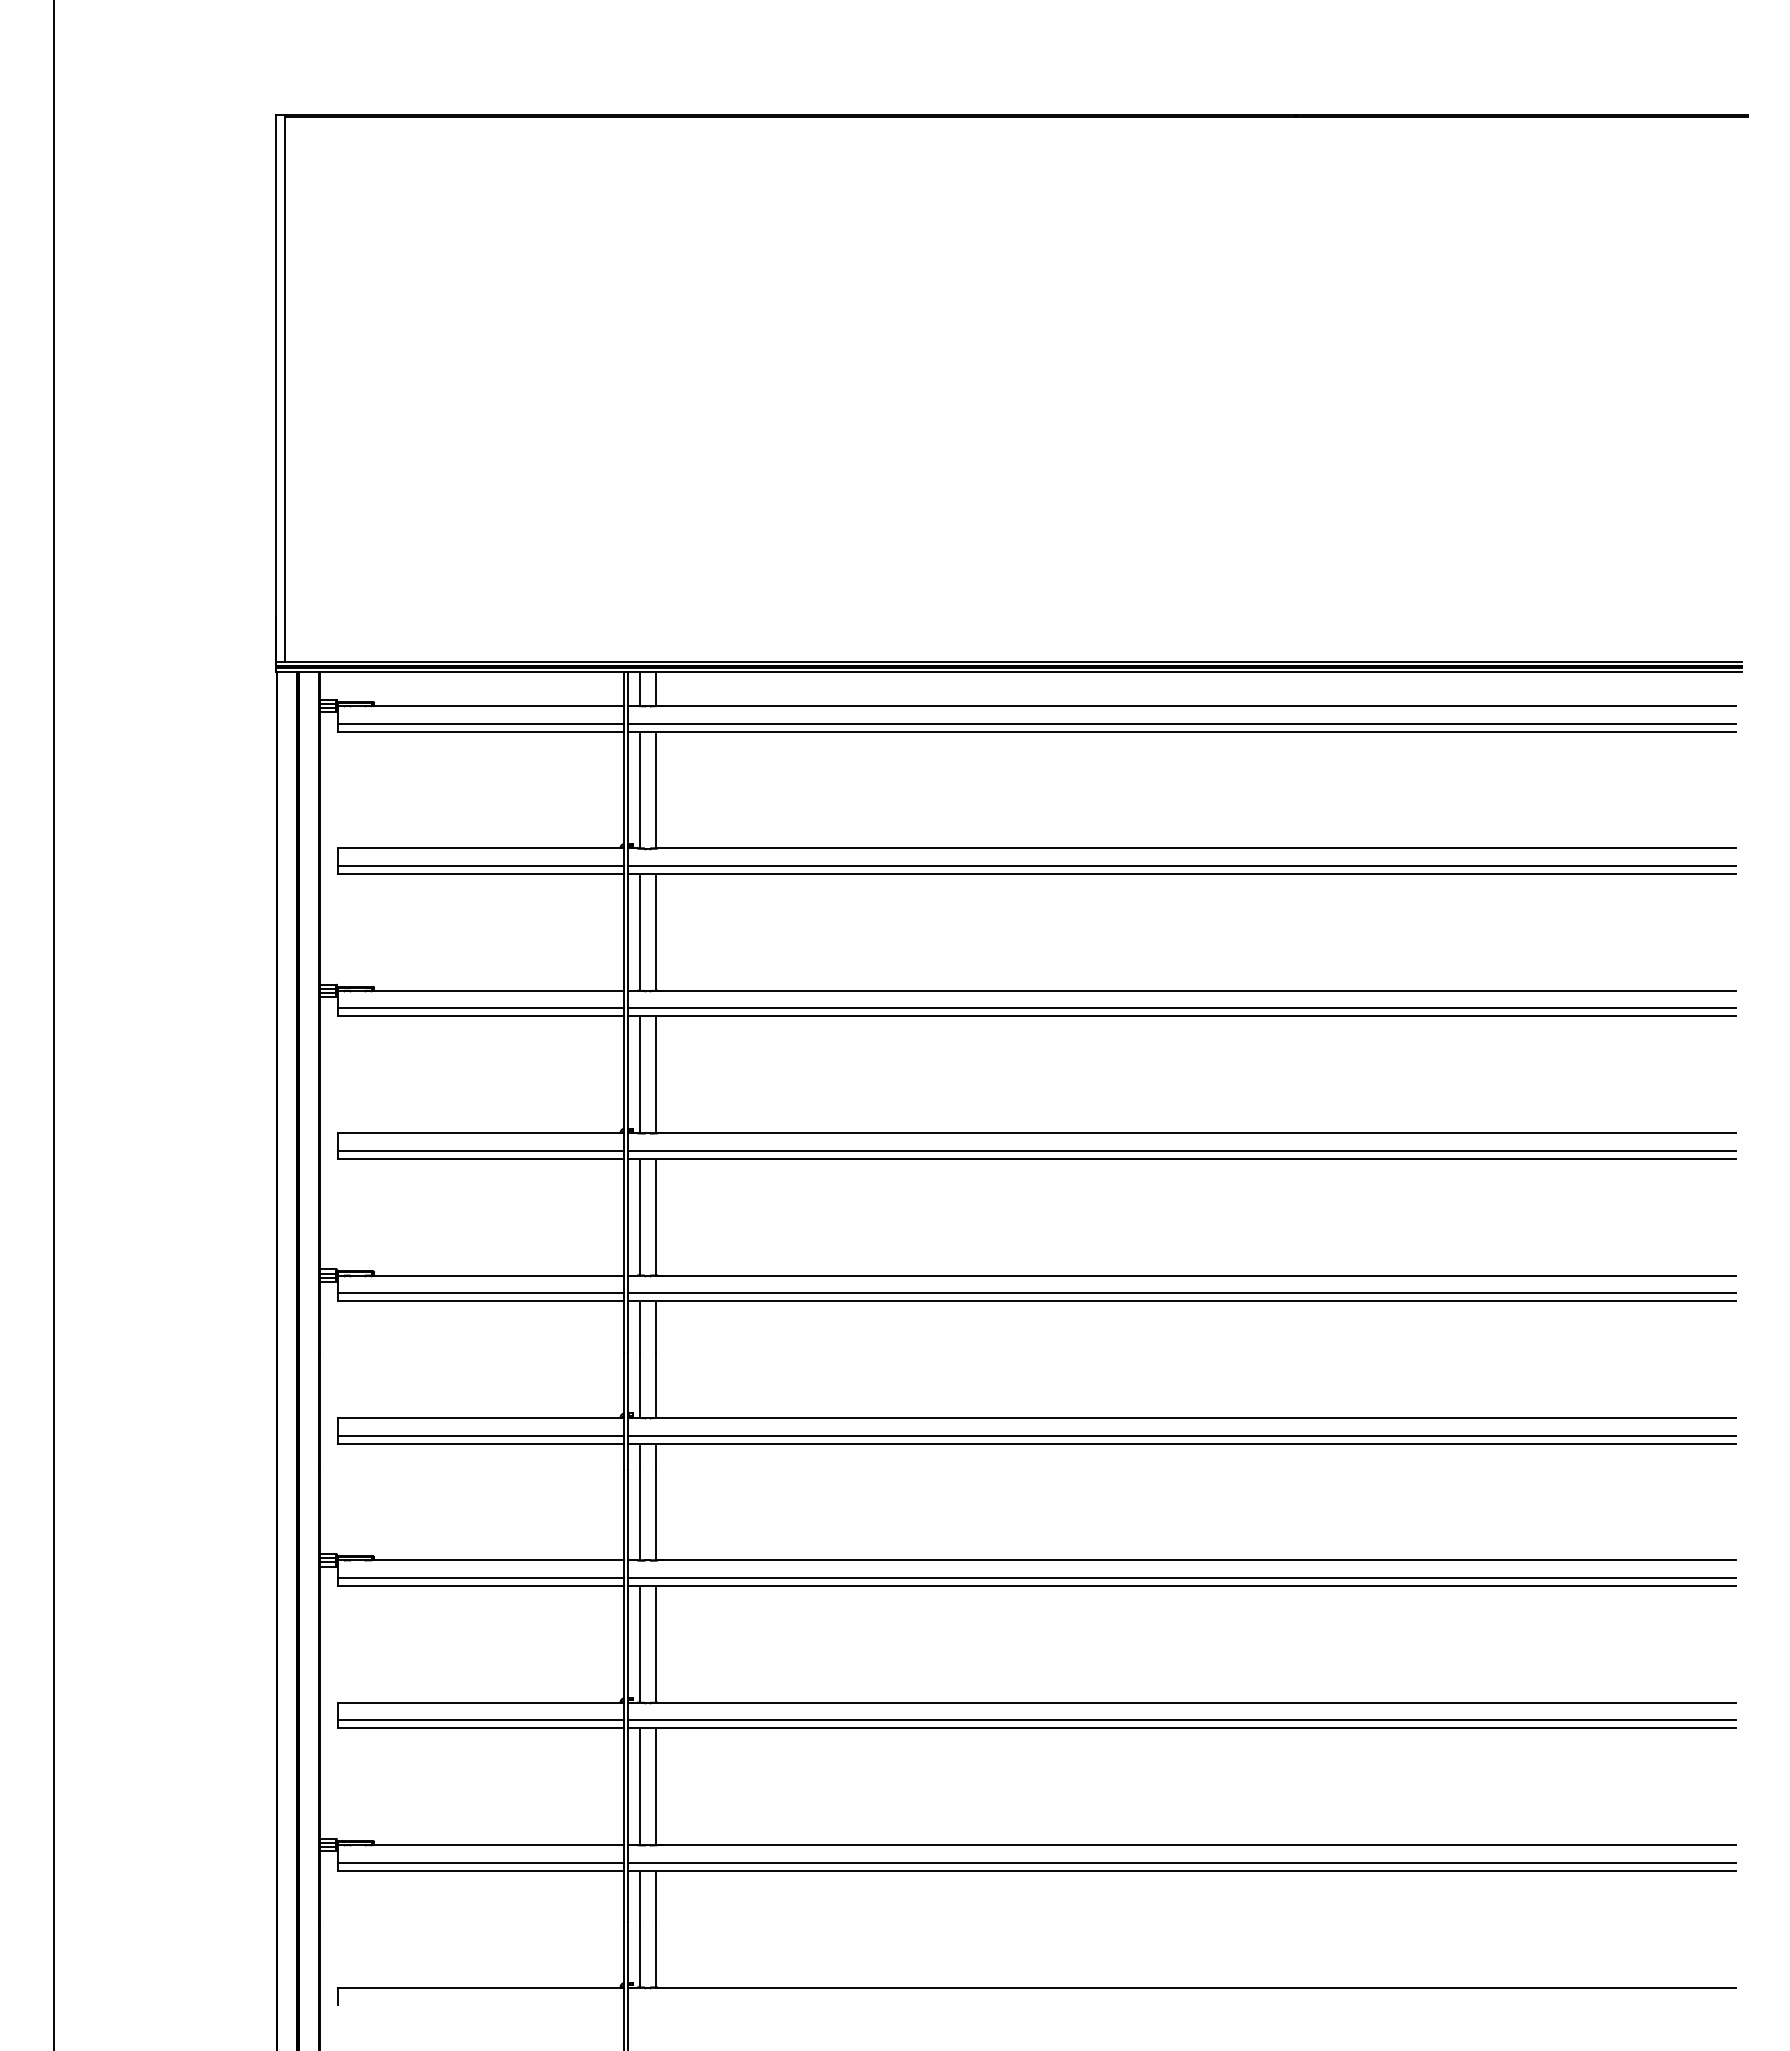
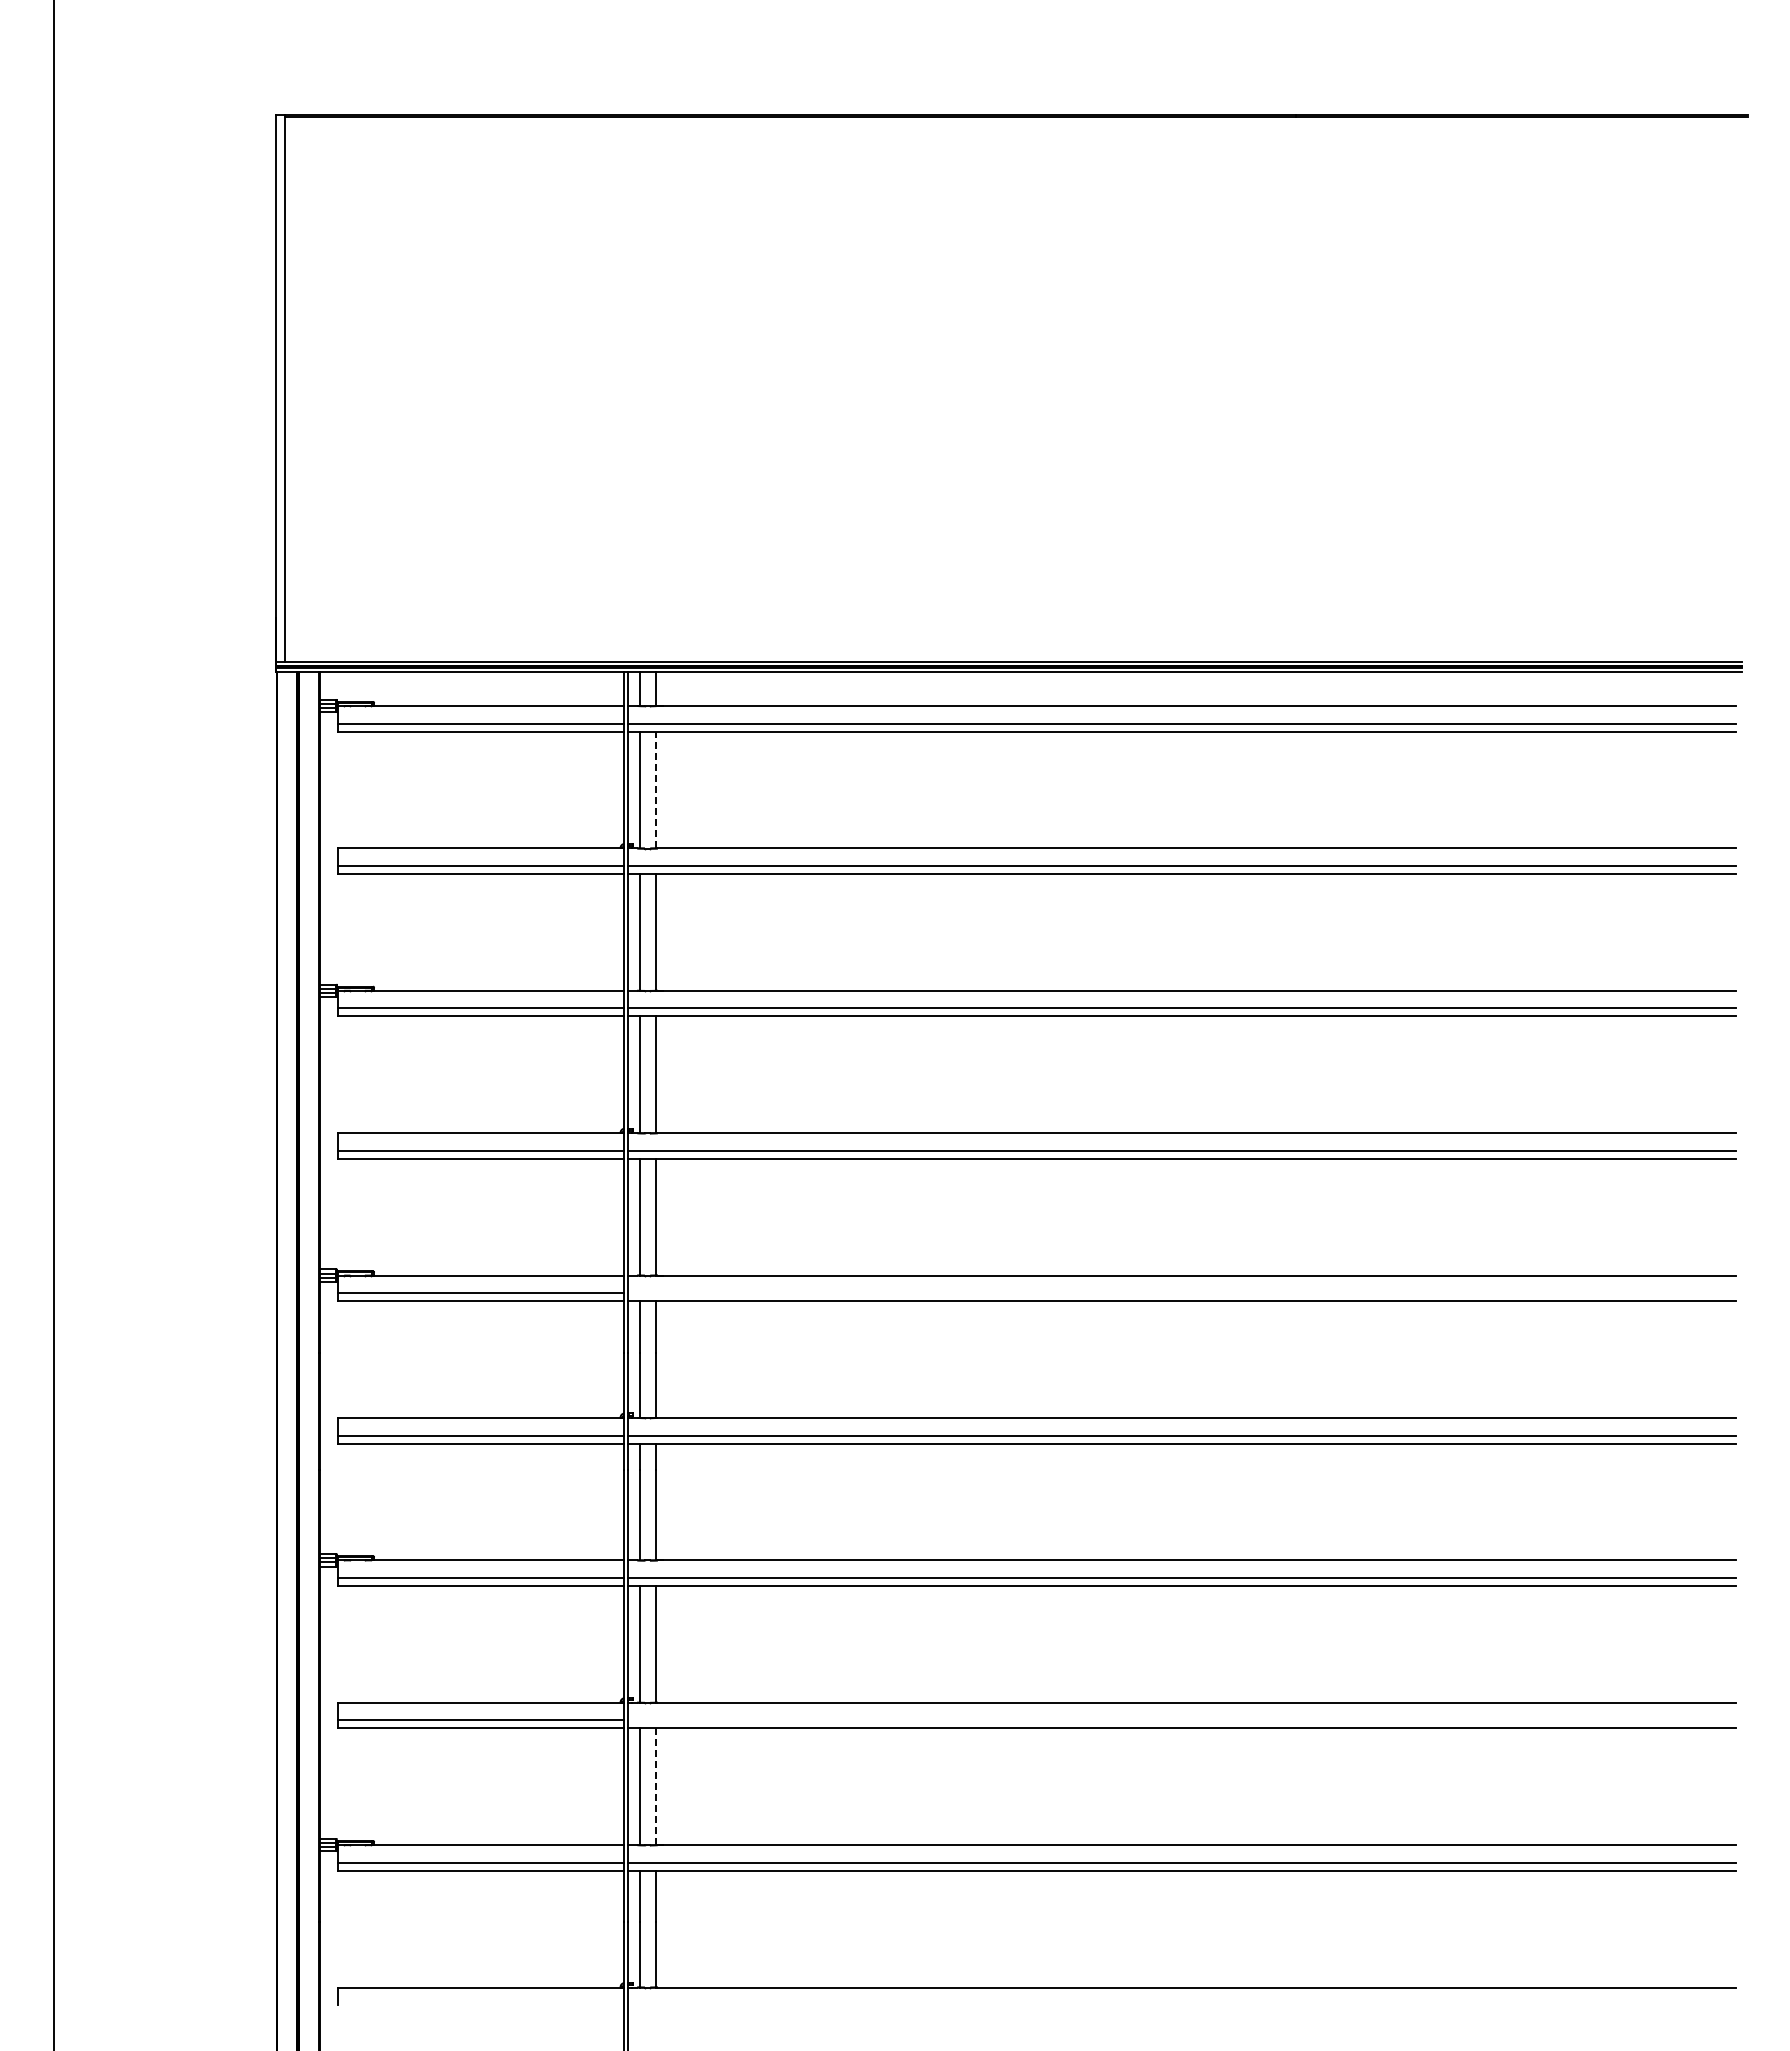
line at (656, 789): solid -> dashed
line at (1181, 1293): present -> none
line at (1181, 1720): present -> none
line at (656, 1786): solid -> dashed
